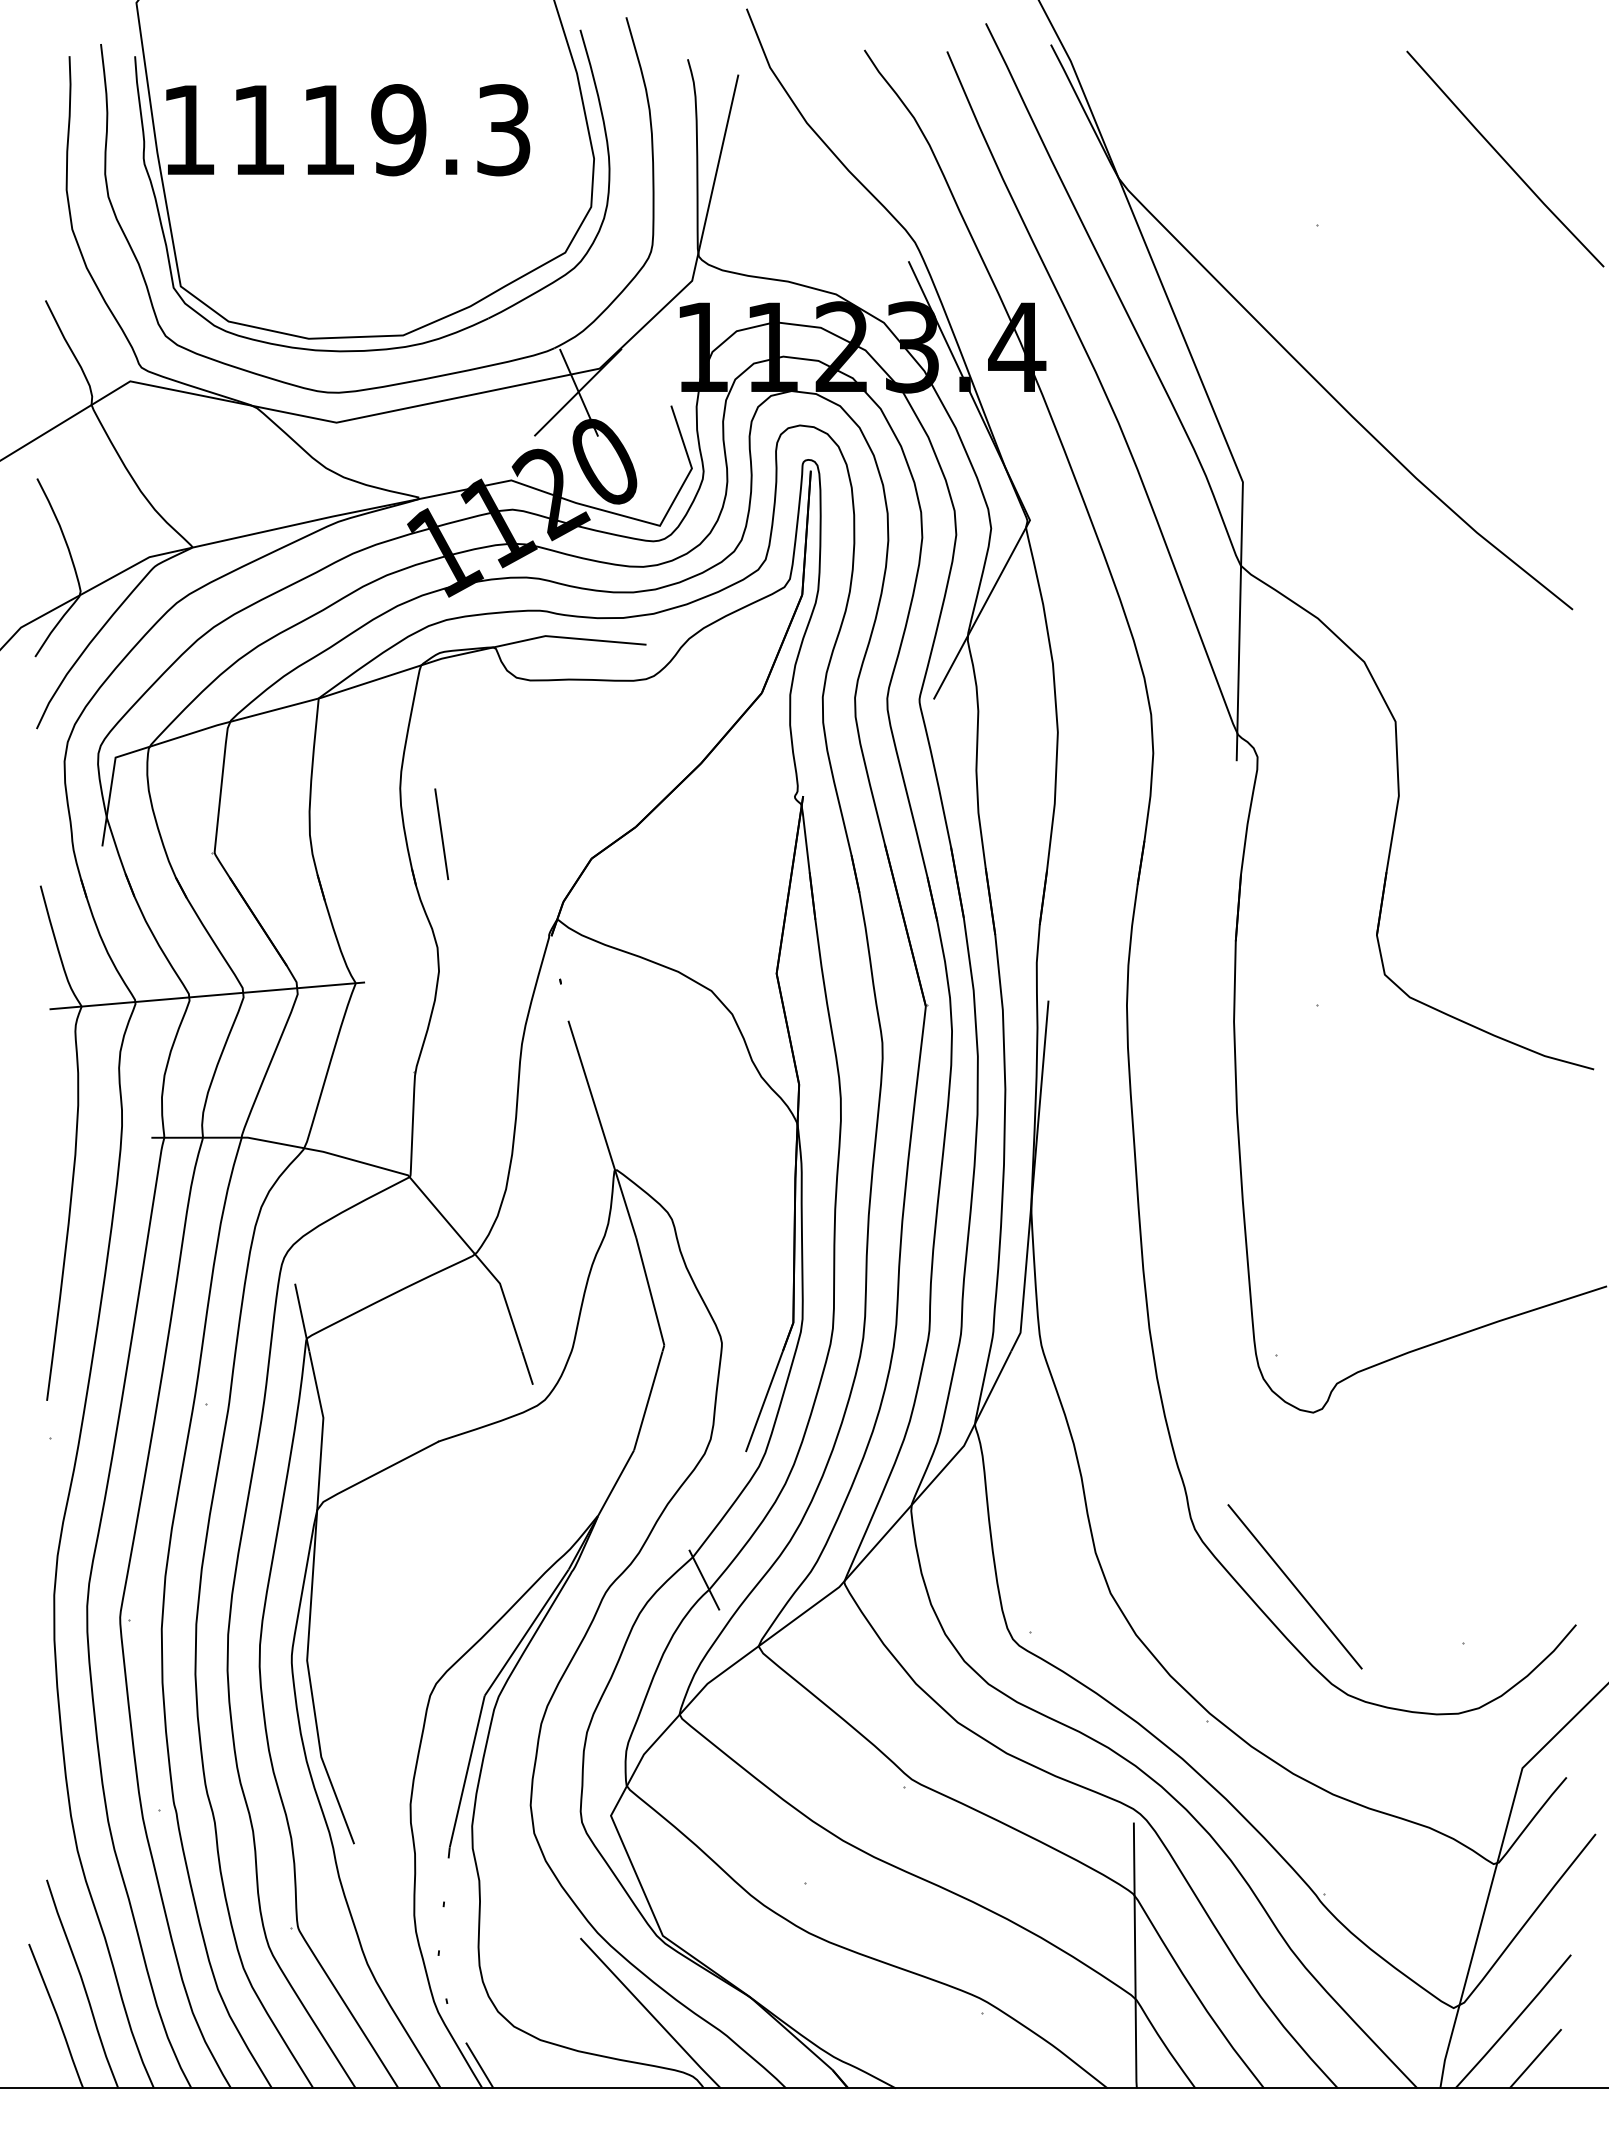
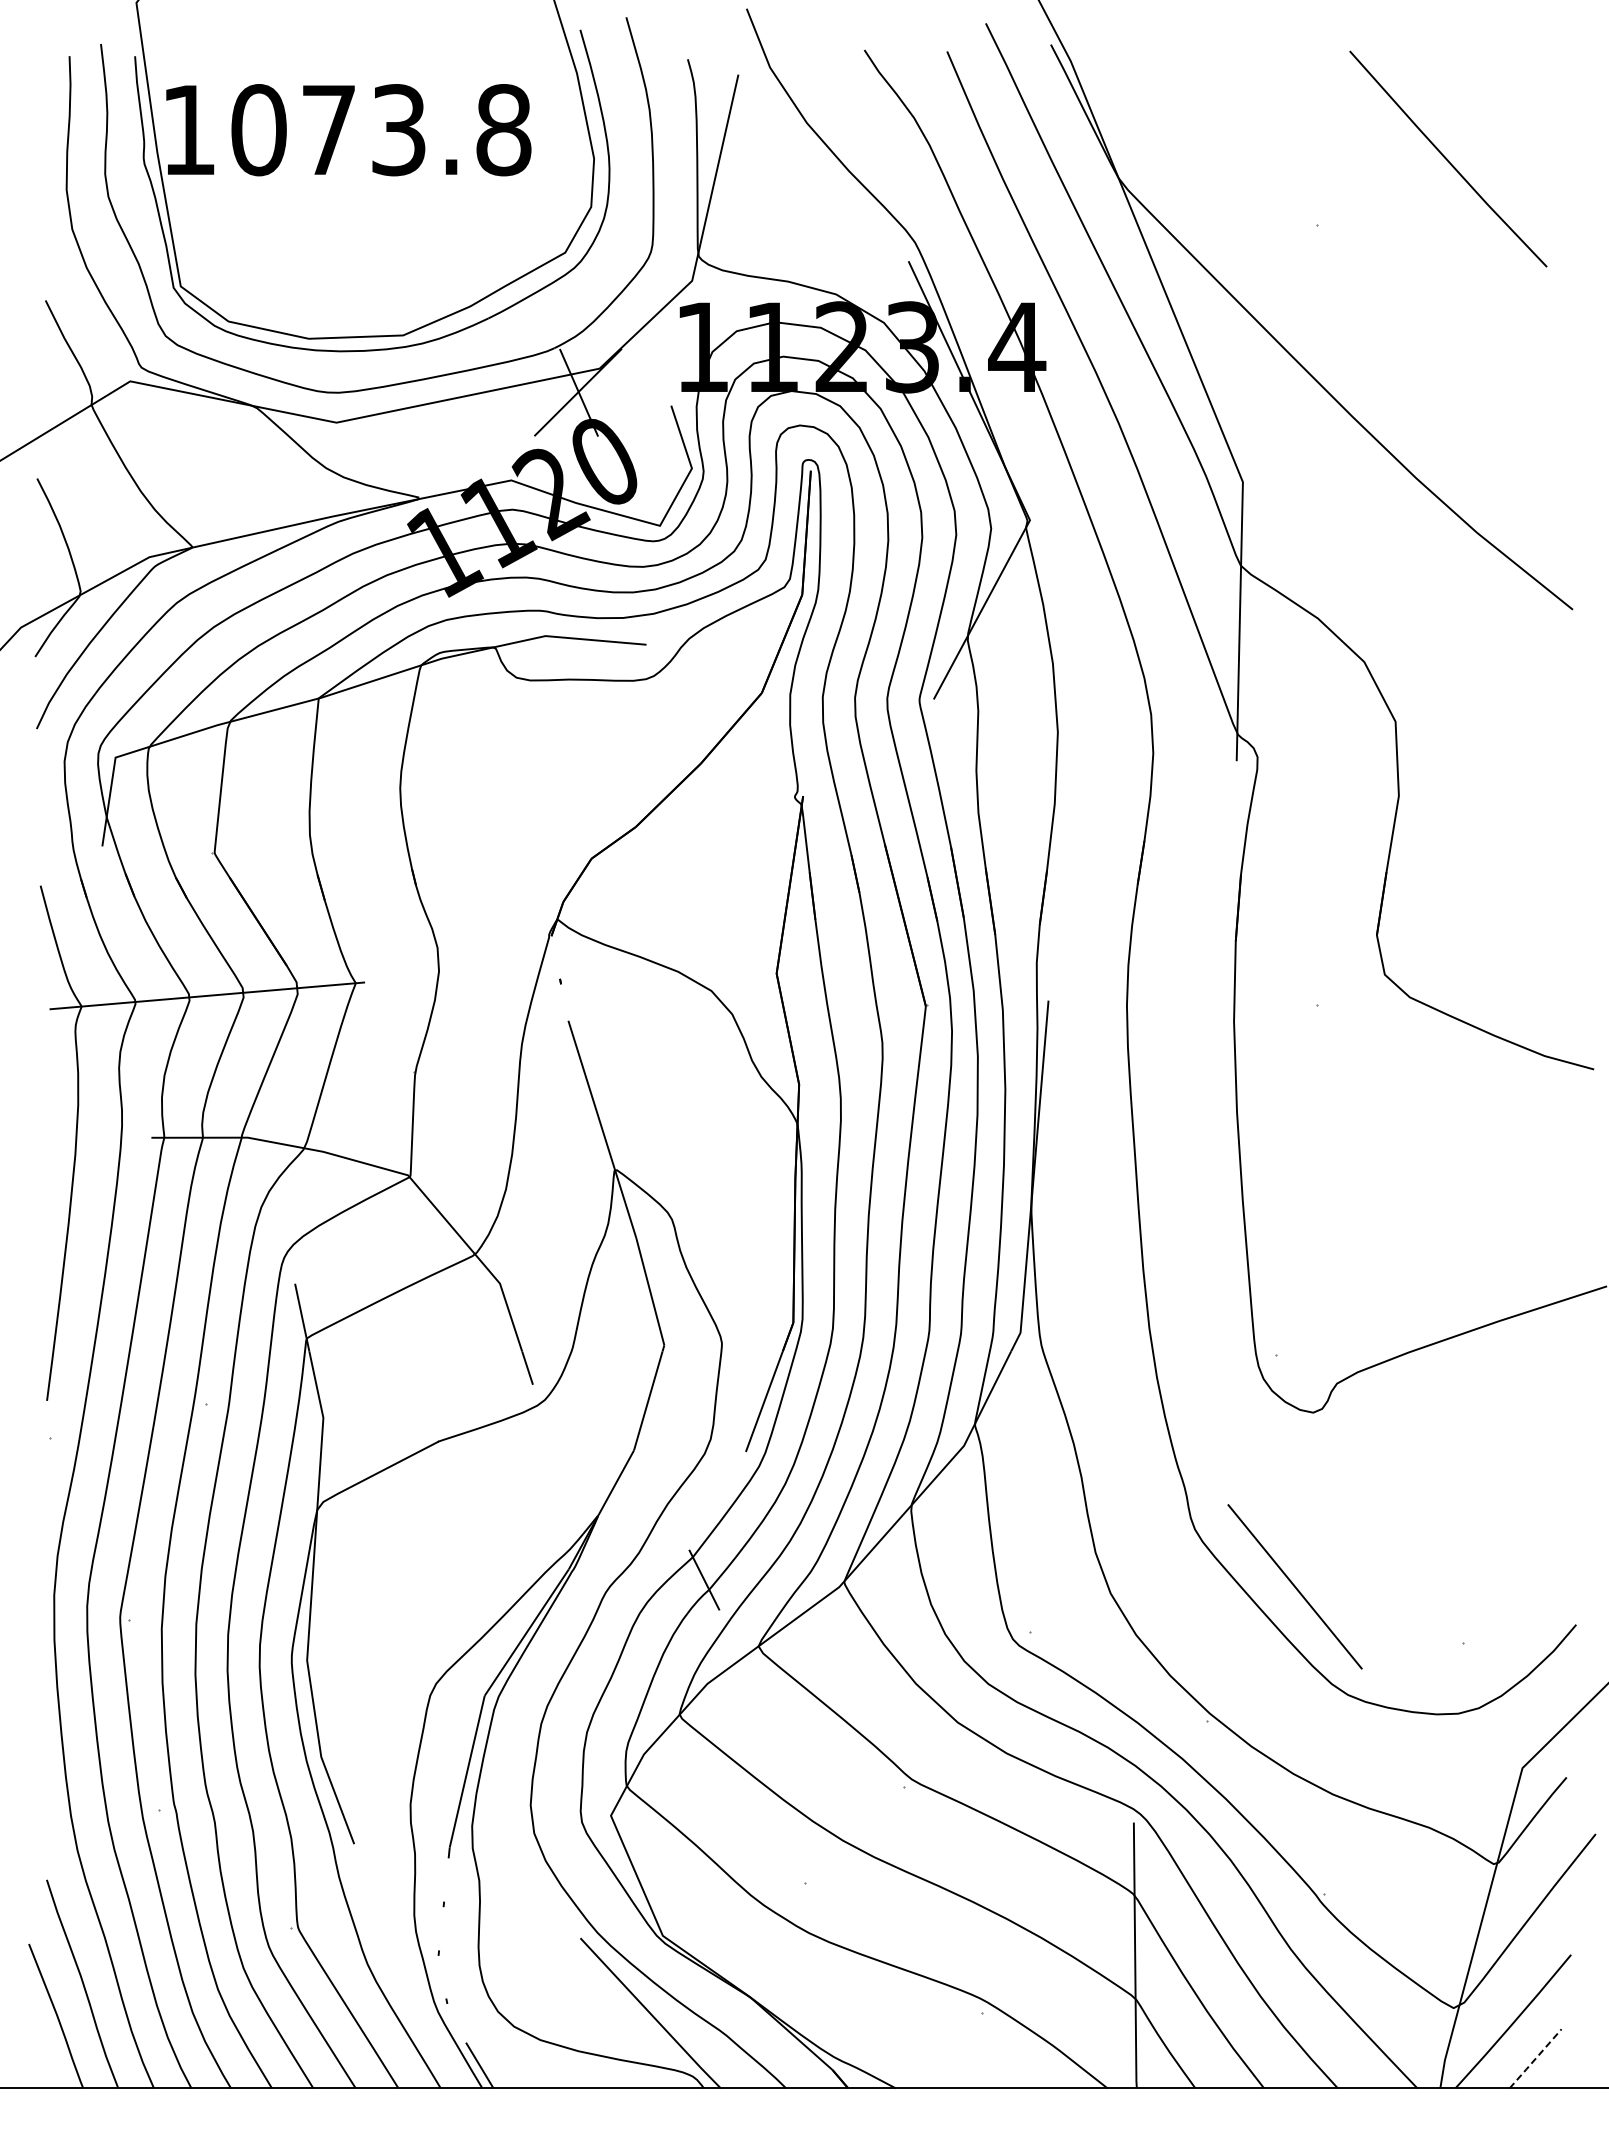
text at (381, 130): 1119.3 -> 1073.8
line at (1504, 158) position: (1504, 158) -> (1447, 158)
line at (441, 833): present -> none
line at (1535, 2058): solid -> dashed
